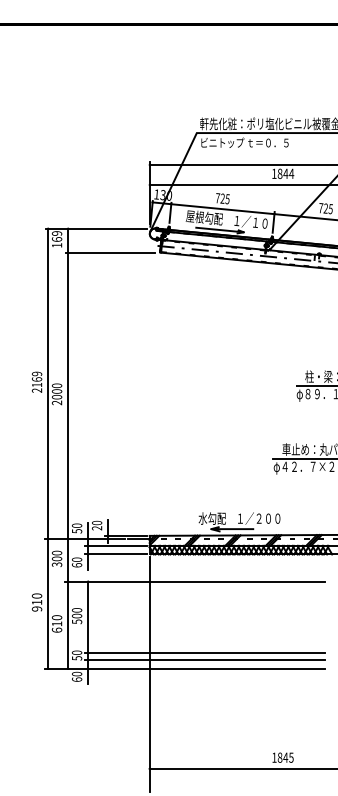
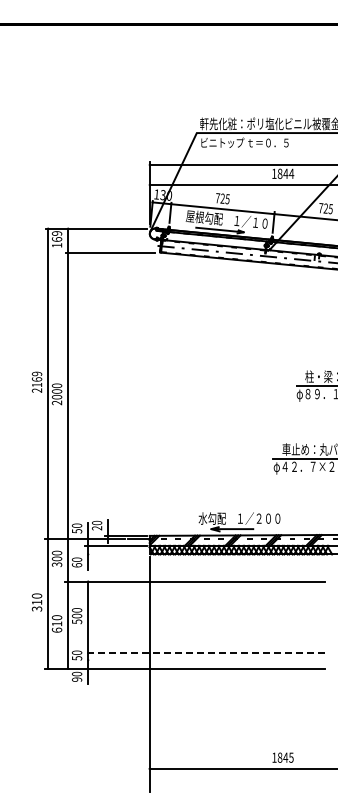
line at (115, 554): present -> none
text at (37, 608): 910 -> 310
line at (204, 653): solid -> dashed
line at (205, 660): present -> none
text at (77, 679): 60 -> 90
